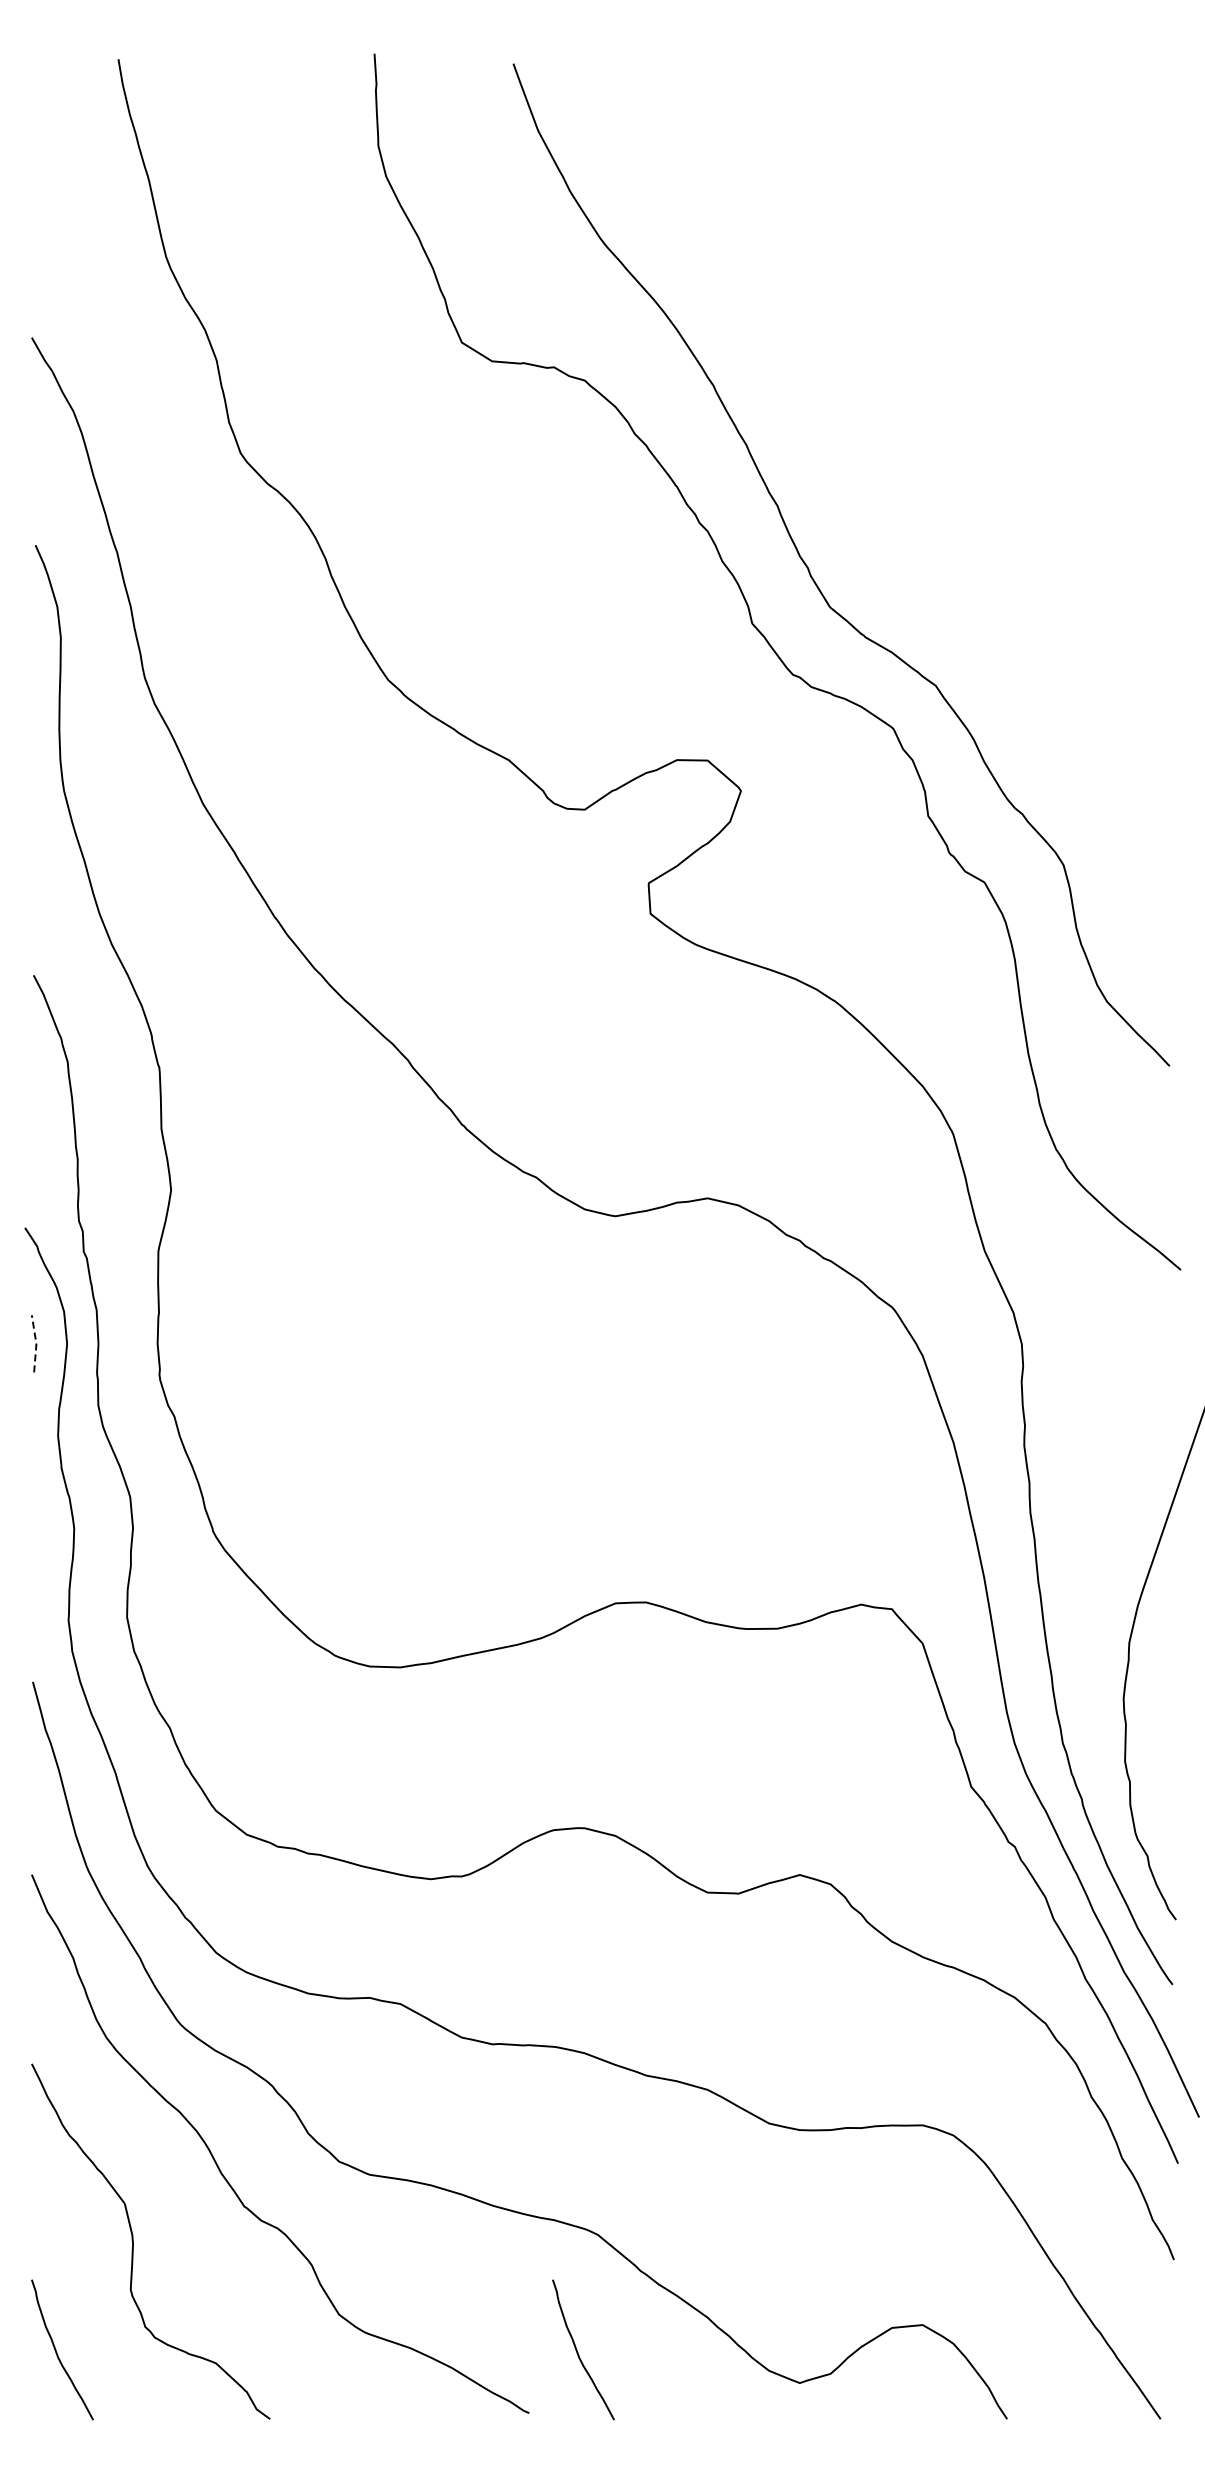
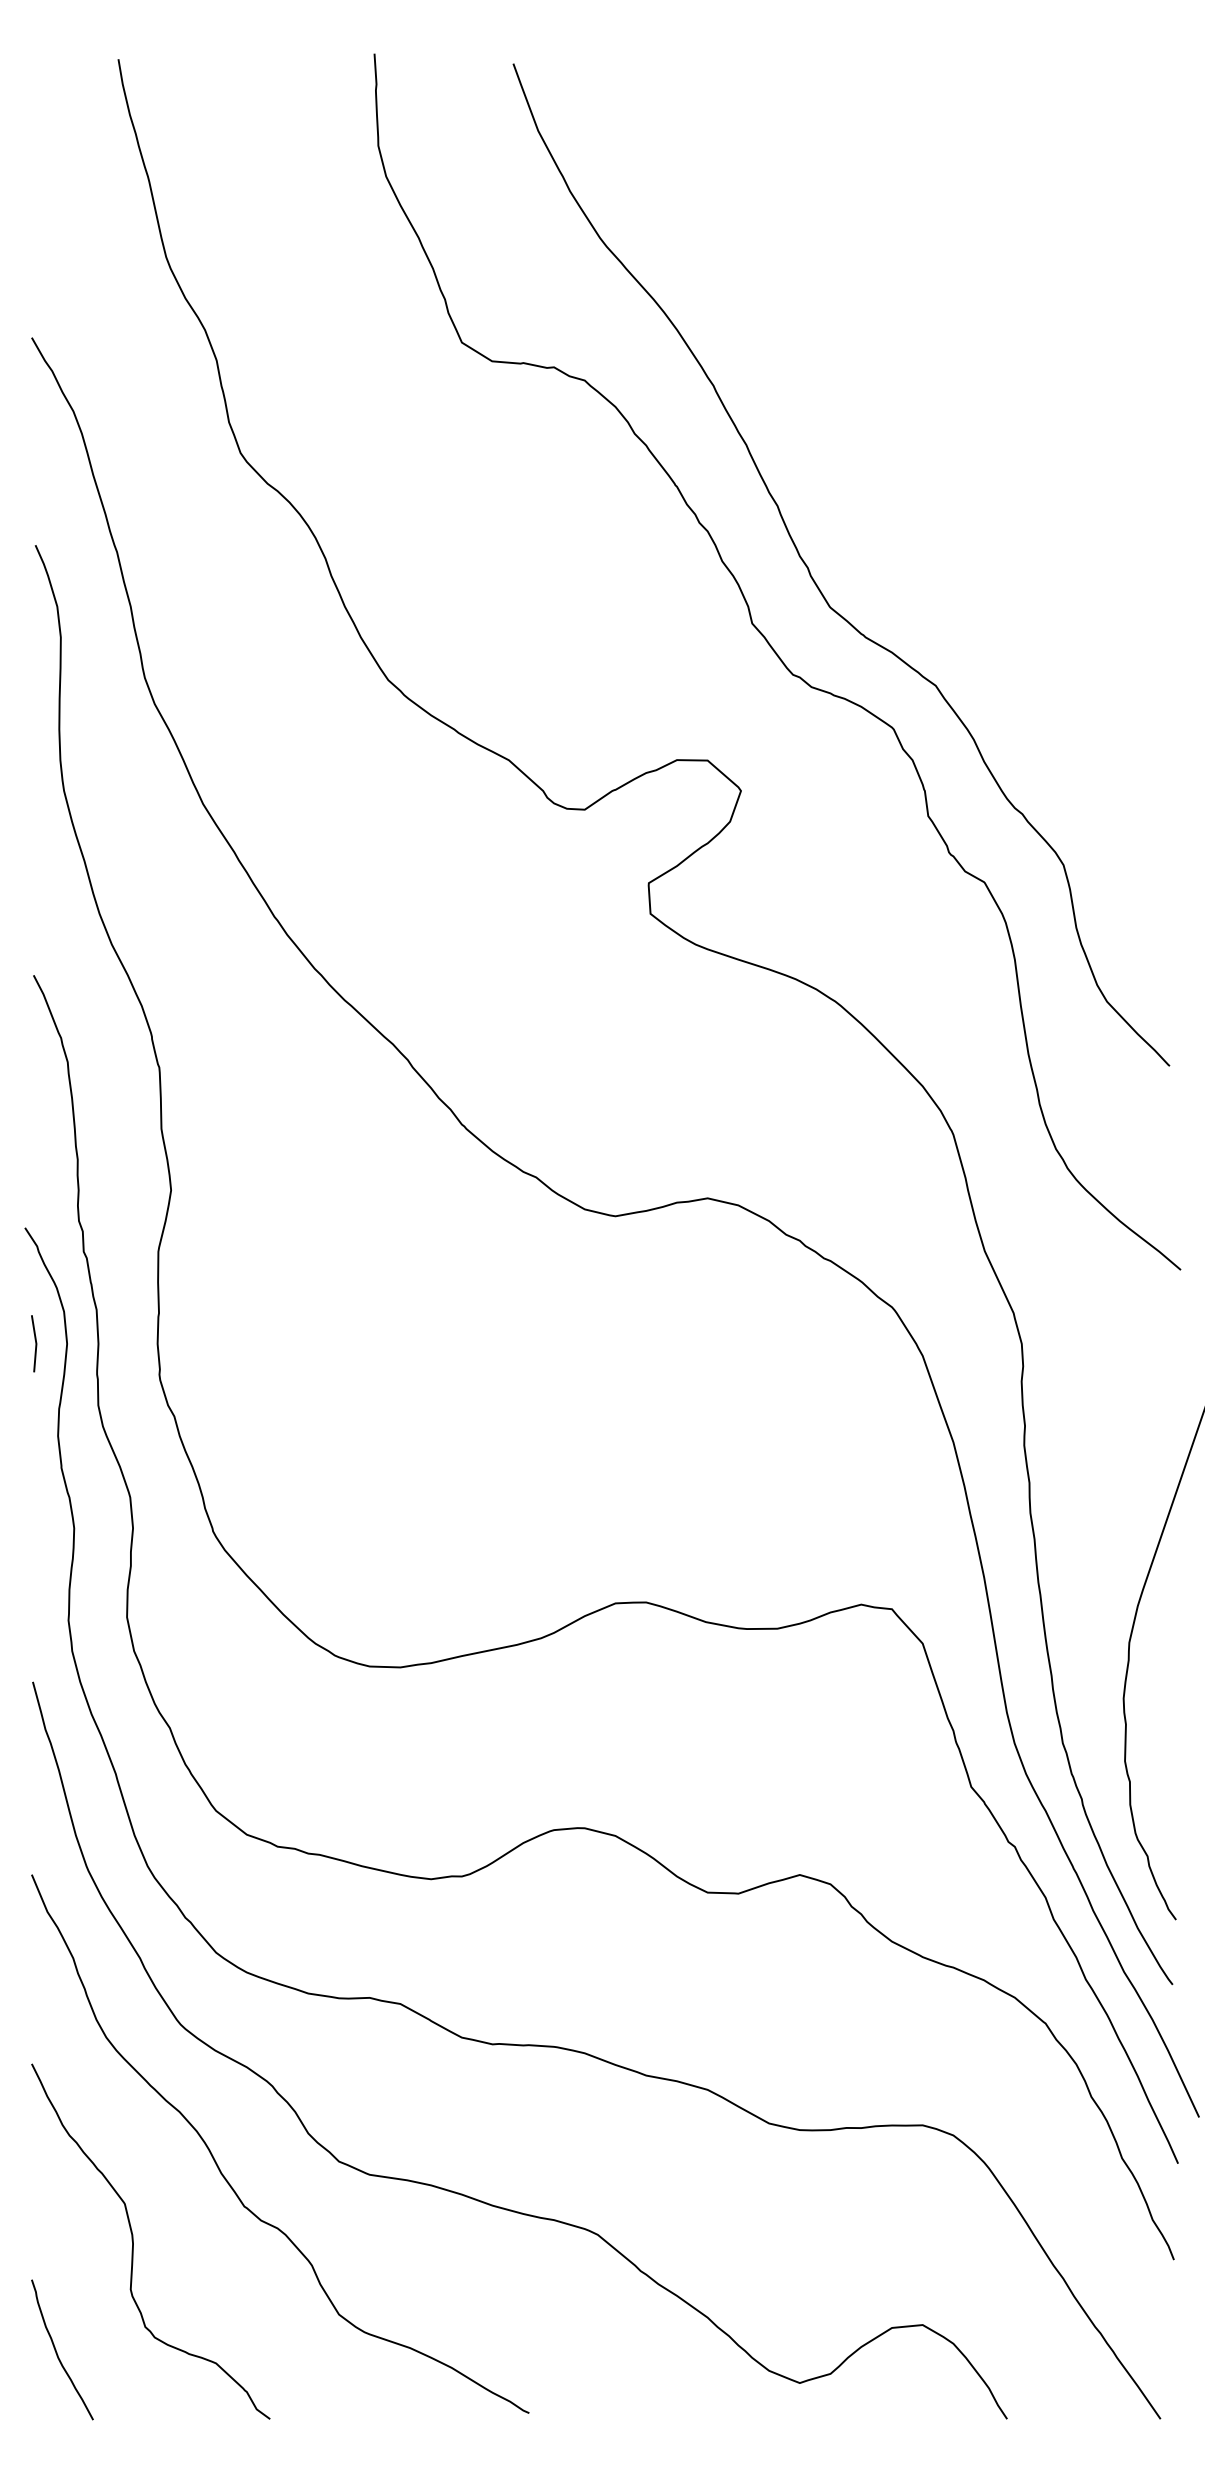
line at (36, 1343): dashed -> solid
curve at (578, 2352): present -> none
